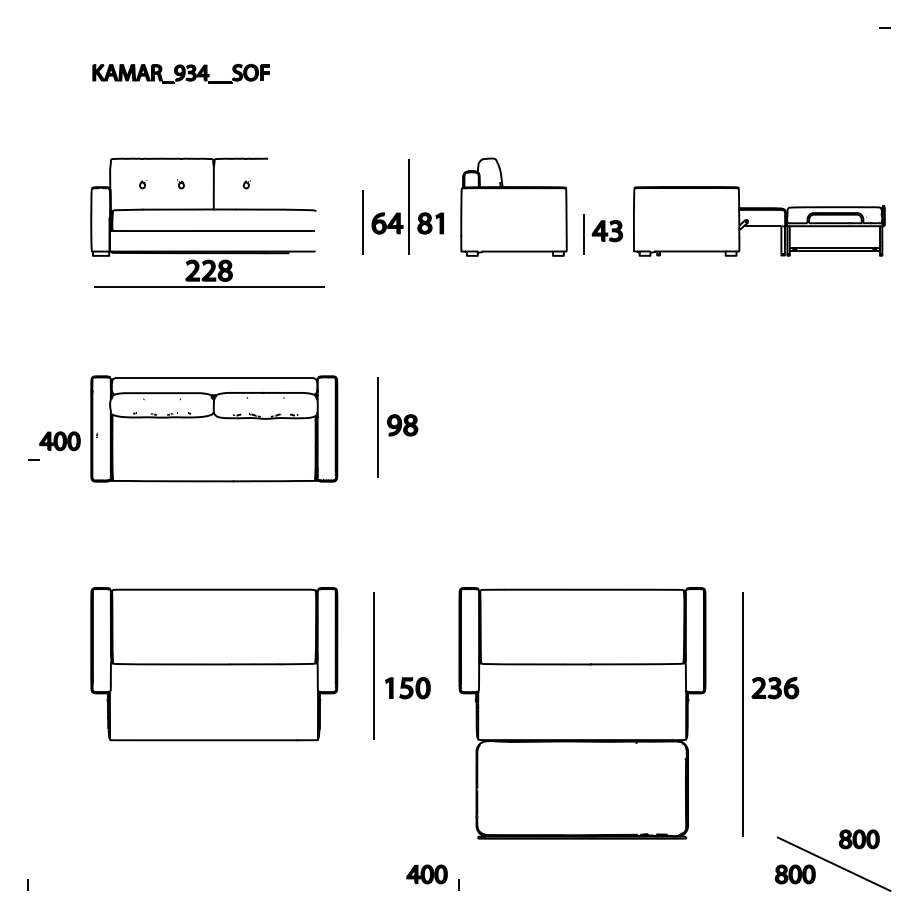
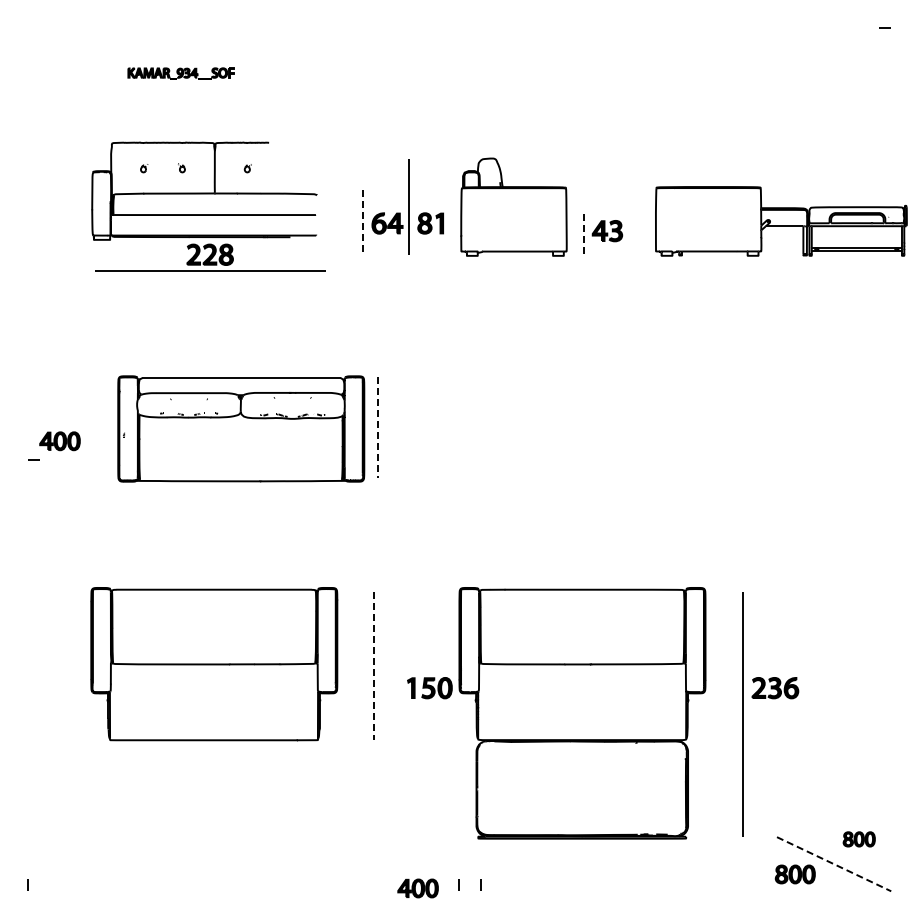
part at (180, 73) size: 178x21 px -> 108x13 px
part at (759, 221) position: (759, 221) -> (781, 221)
line at (363, 222): solid -> dashed
part at (207, 230) position: (207, 230) -> (208, 214)
line at (583, 234): solid -> dashed
part at (402, 425): present -> none
part at (214, 428) position: (214, 428) -> (241, 428)
line at (378, 428): solid -> dashed
line at (374, 666): solid -> dashed
part at (407, 688) position: (407, 688) -> (429, 688)
part at (858, 839) size: 42x21 px -> 34x17 px
line at (834, 864): solid -> dashed
part at (426, 874) position: (426, 874) -> (417, 888)
line at (480, 884): none -> present
